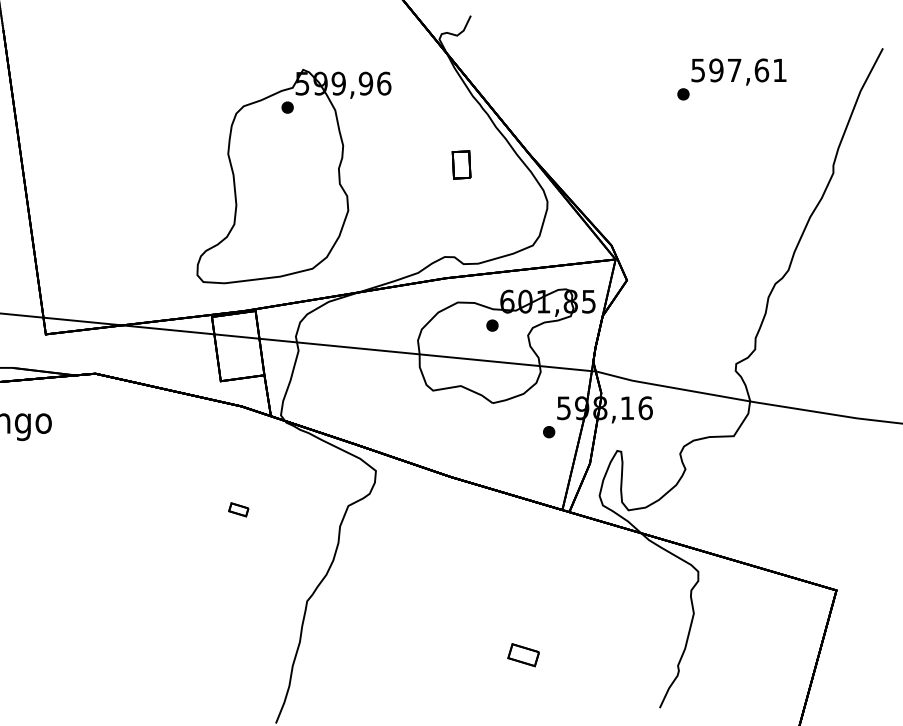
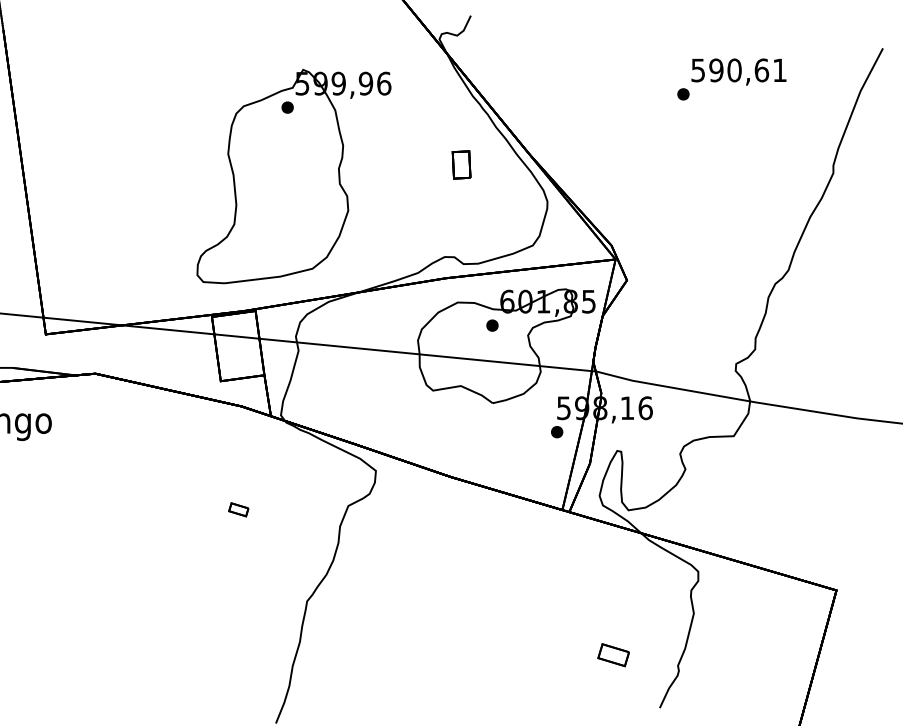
text at (734, 70): 597,61 -> 590,61
part at (549, 432) position: (549, 432) -> (557, 432)
part at (523, 655) position: (523, 655) -> (613, 655)
